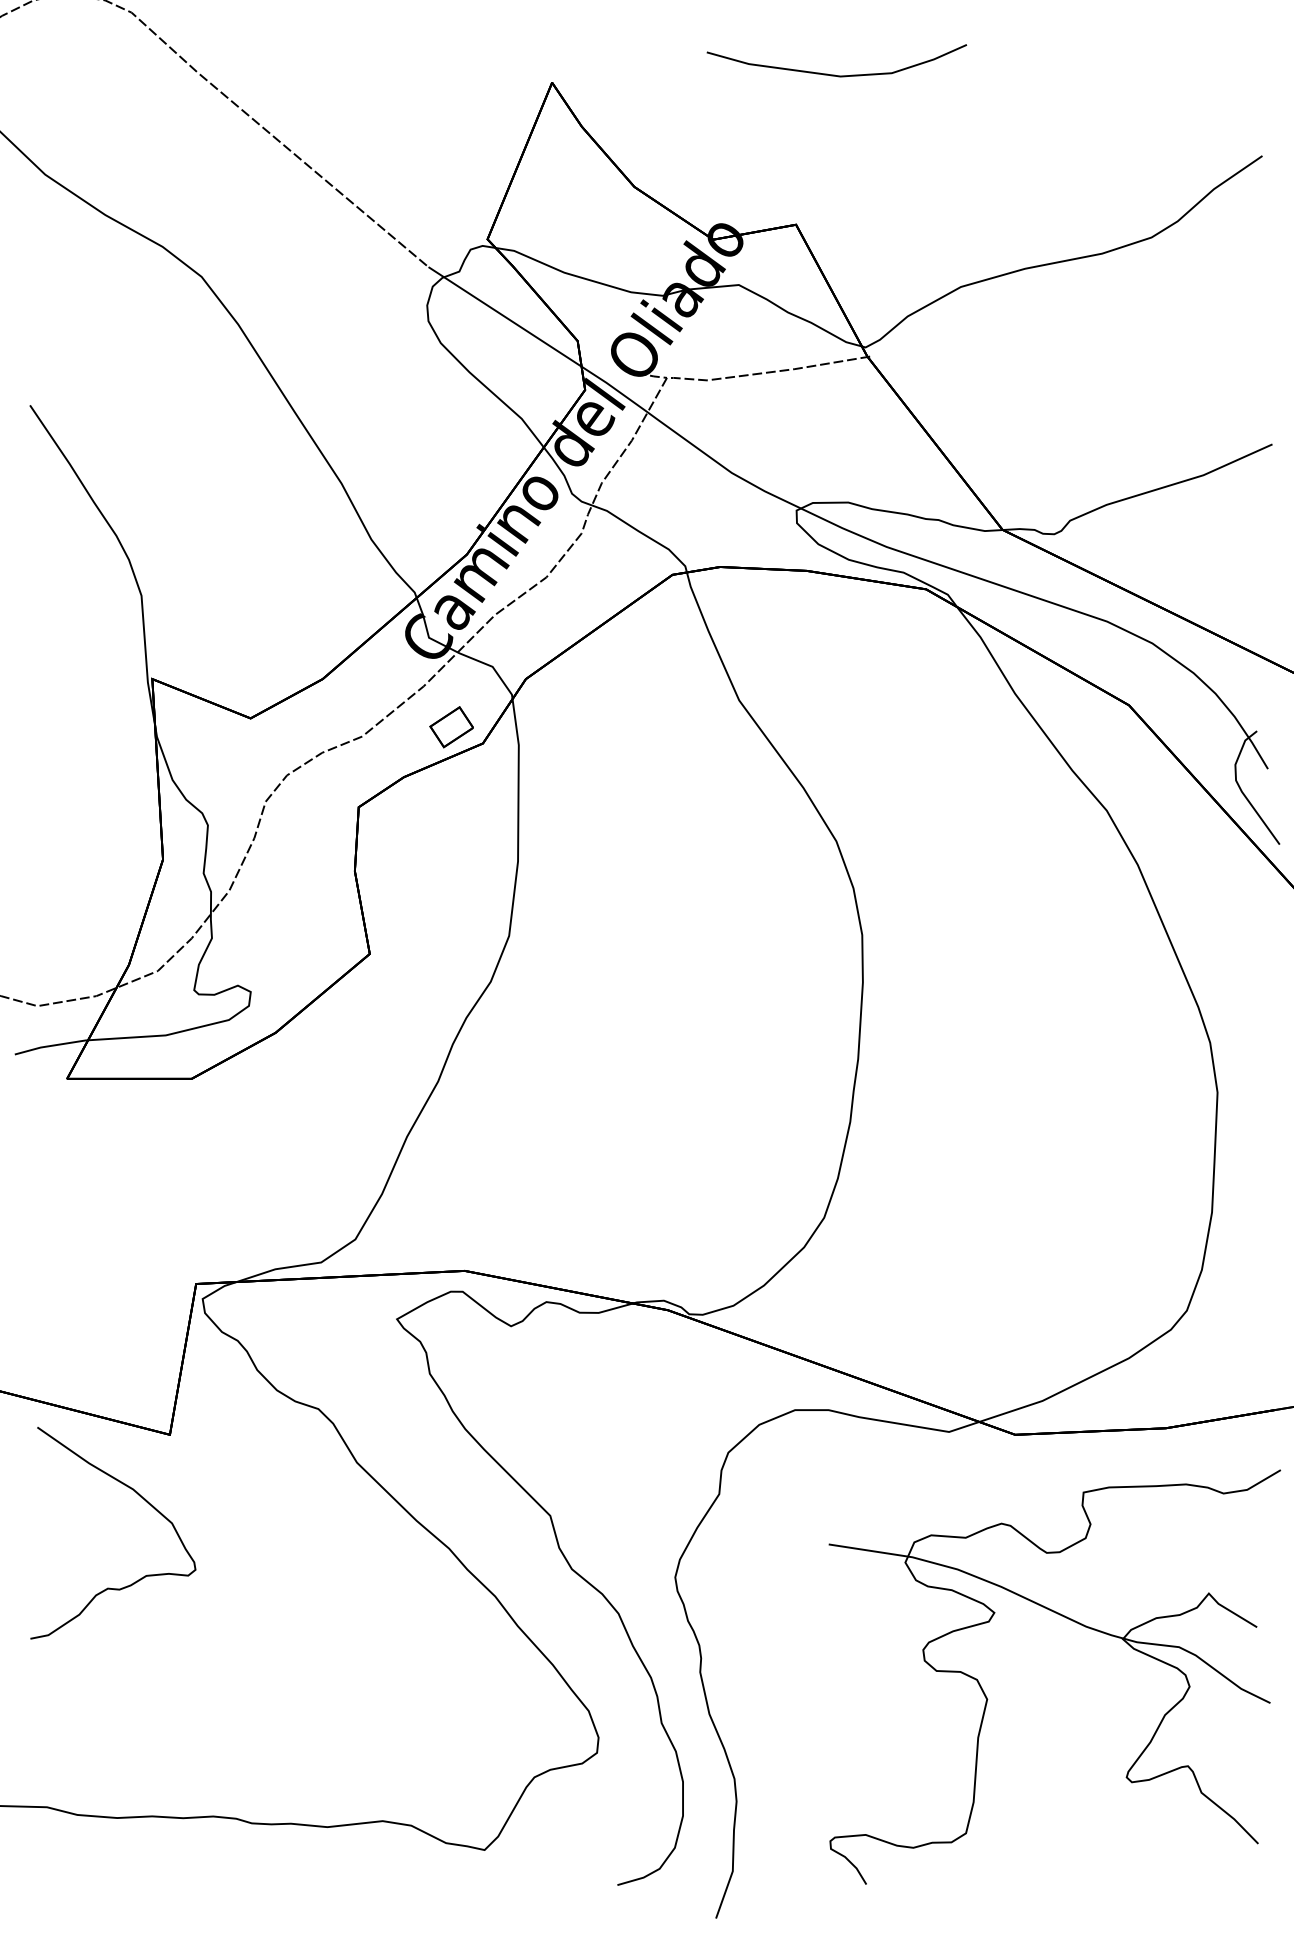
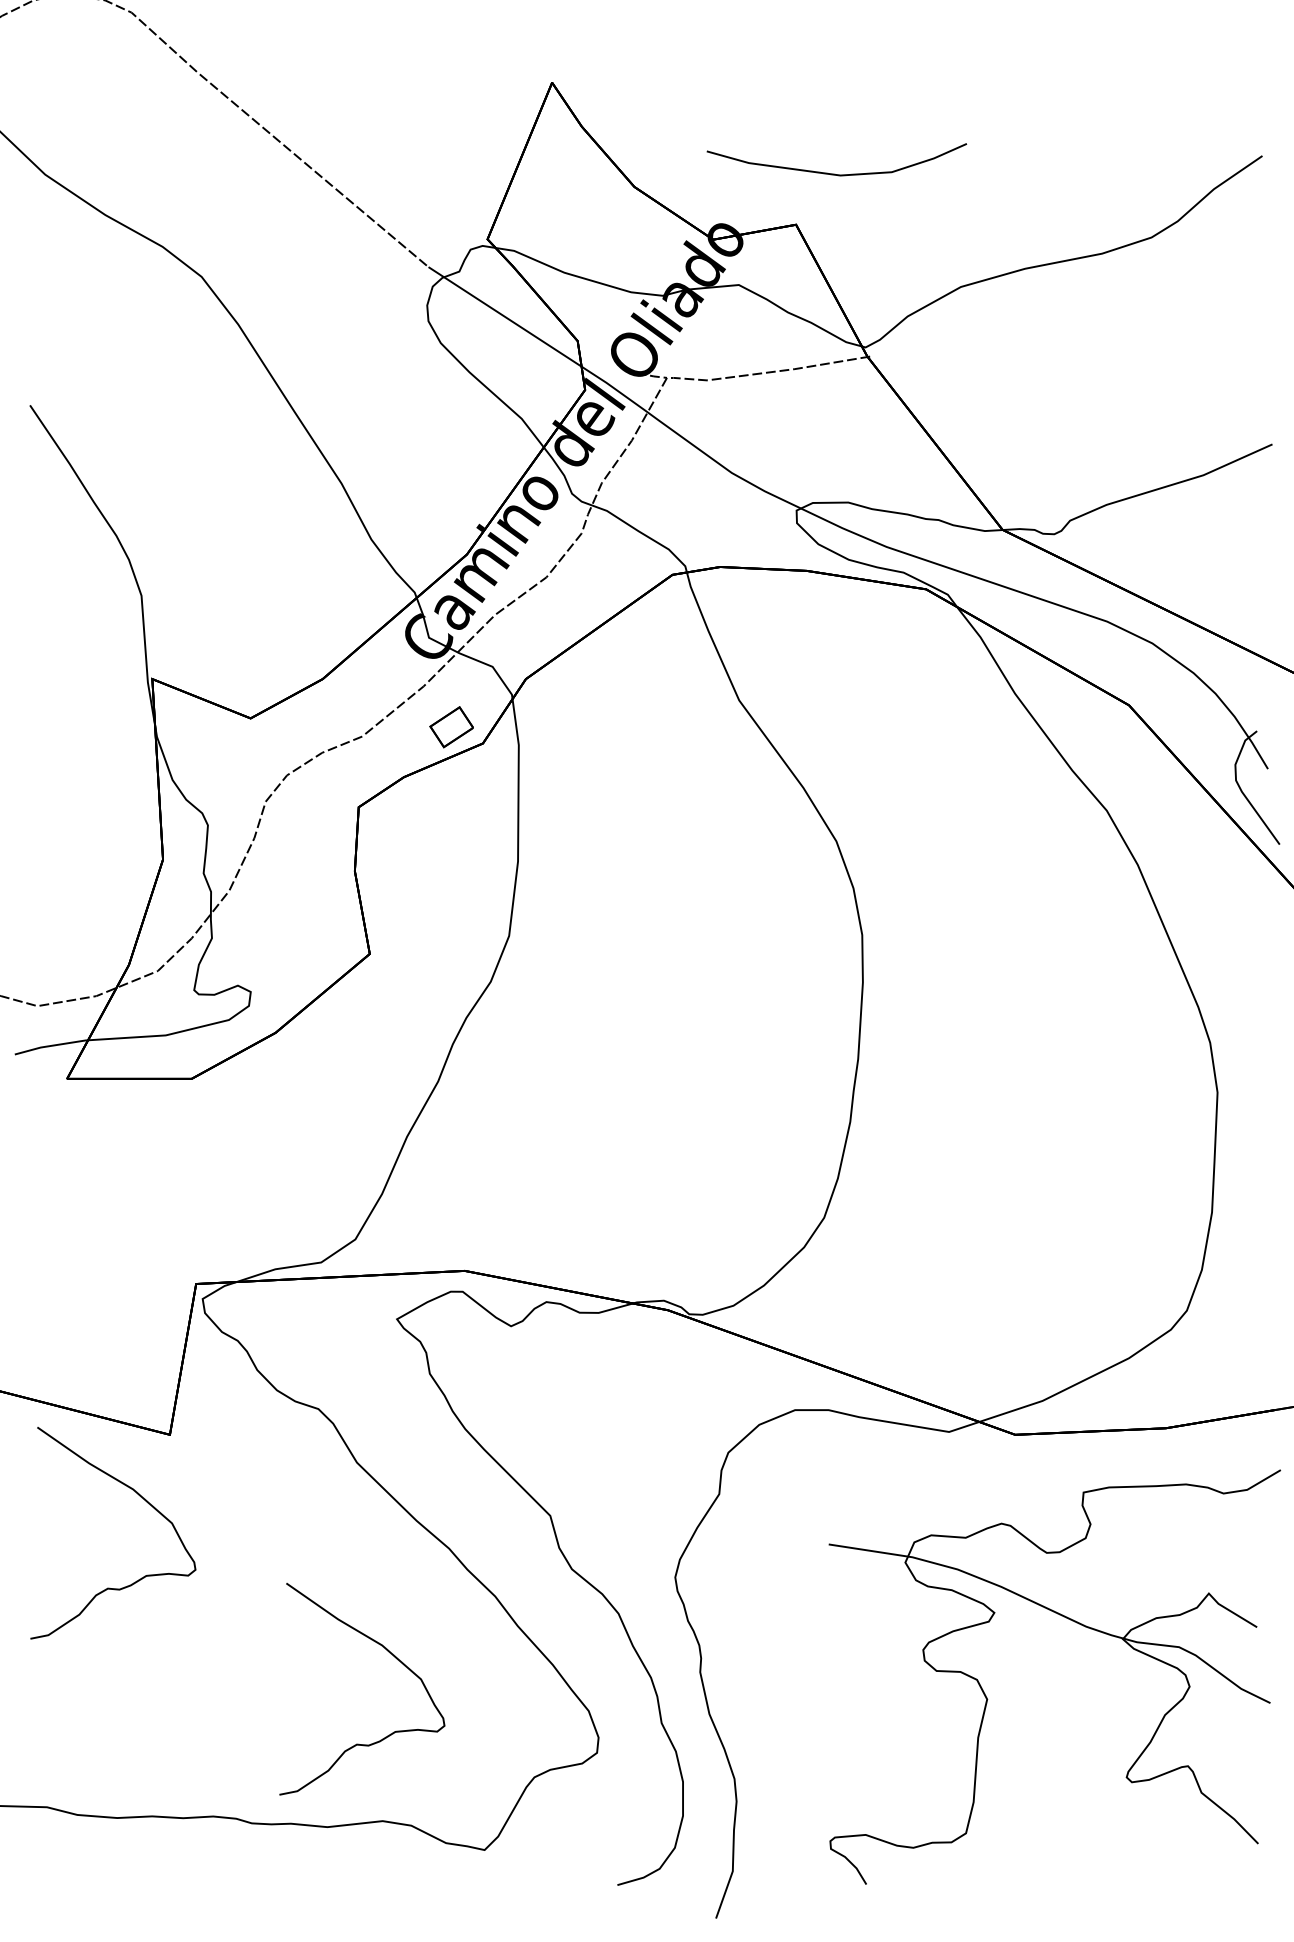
curve at (835, 74) position: (835, 74) -> (835, 173)
curve at (389, 1653): none -> present
